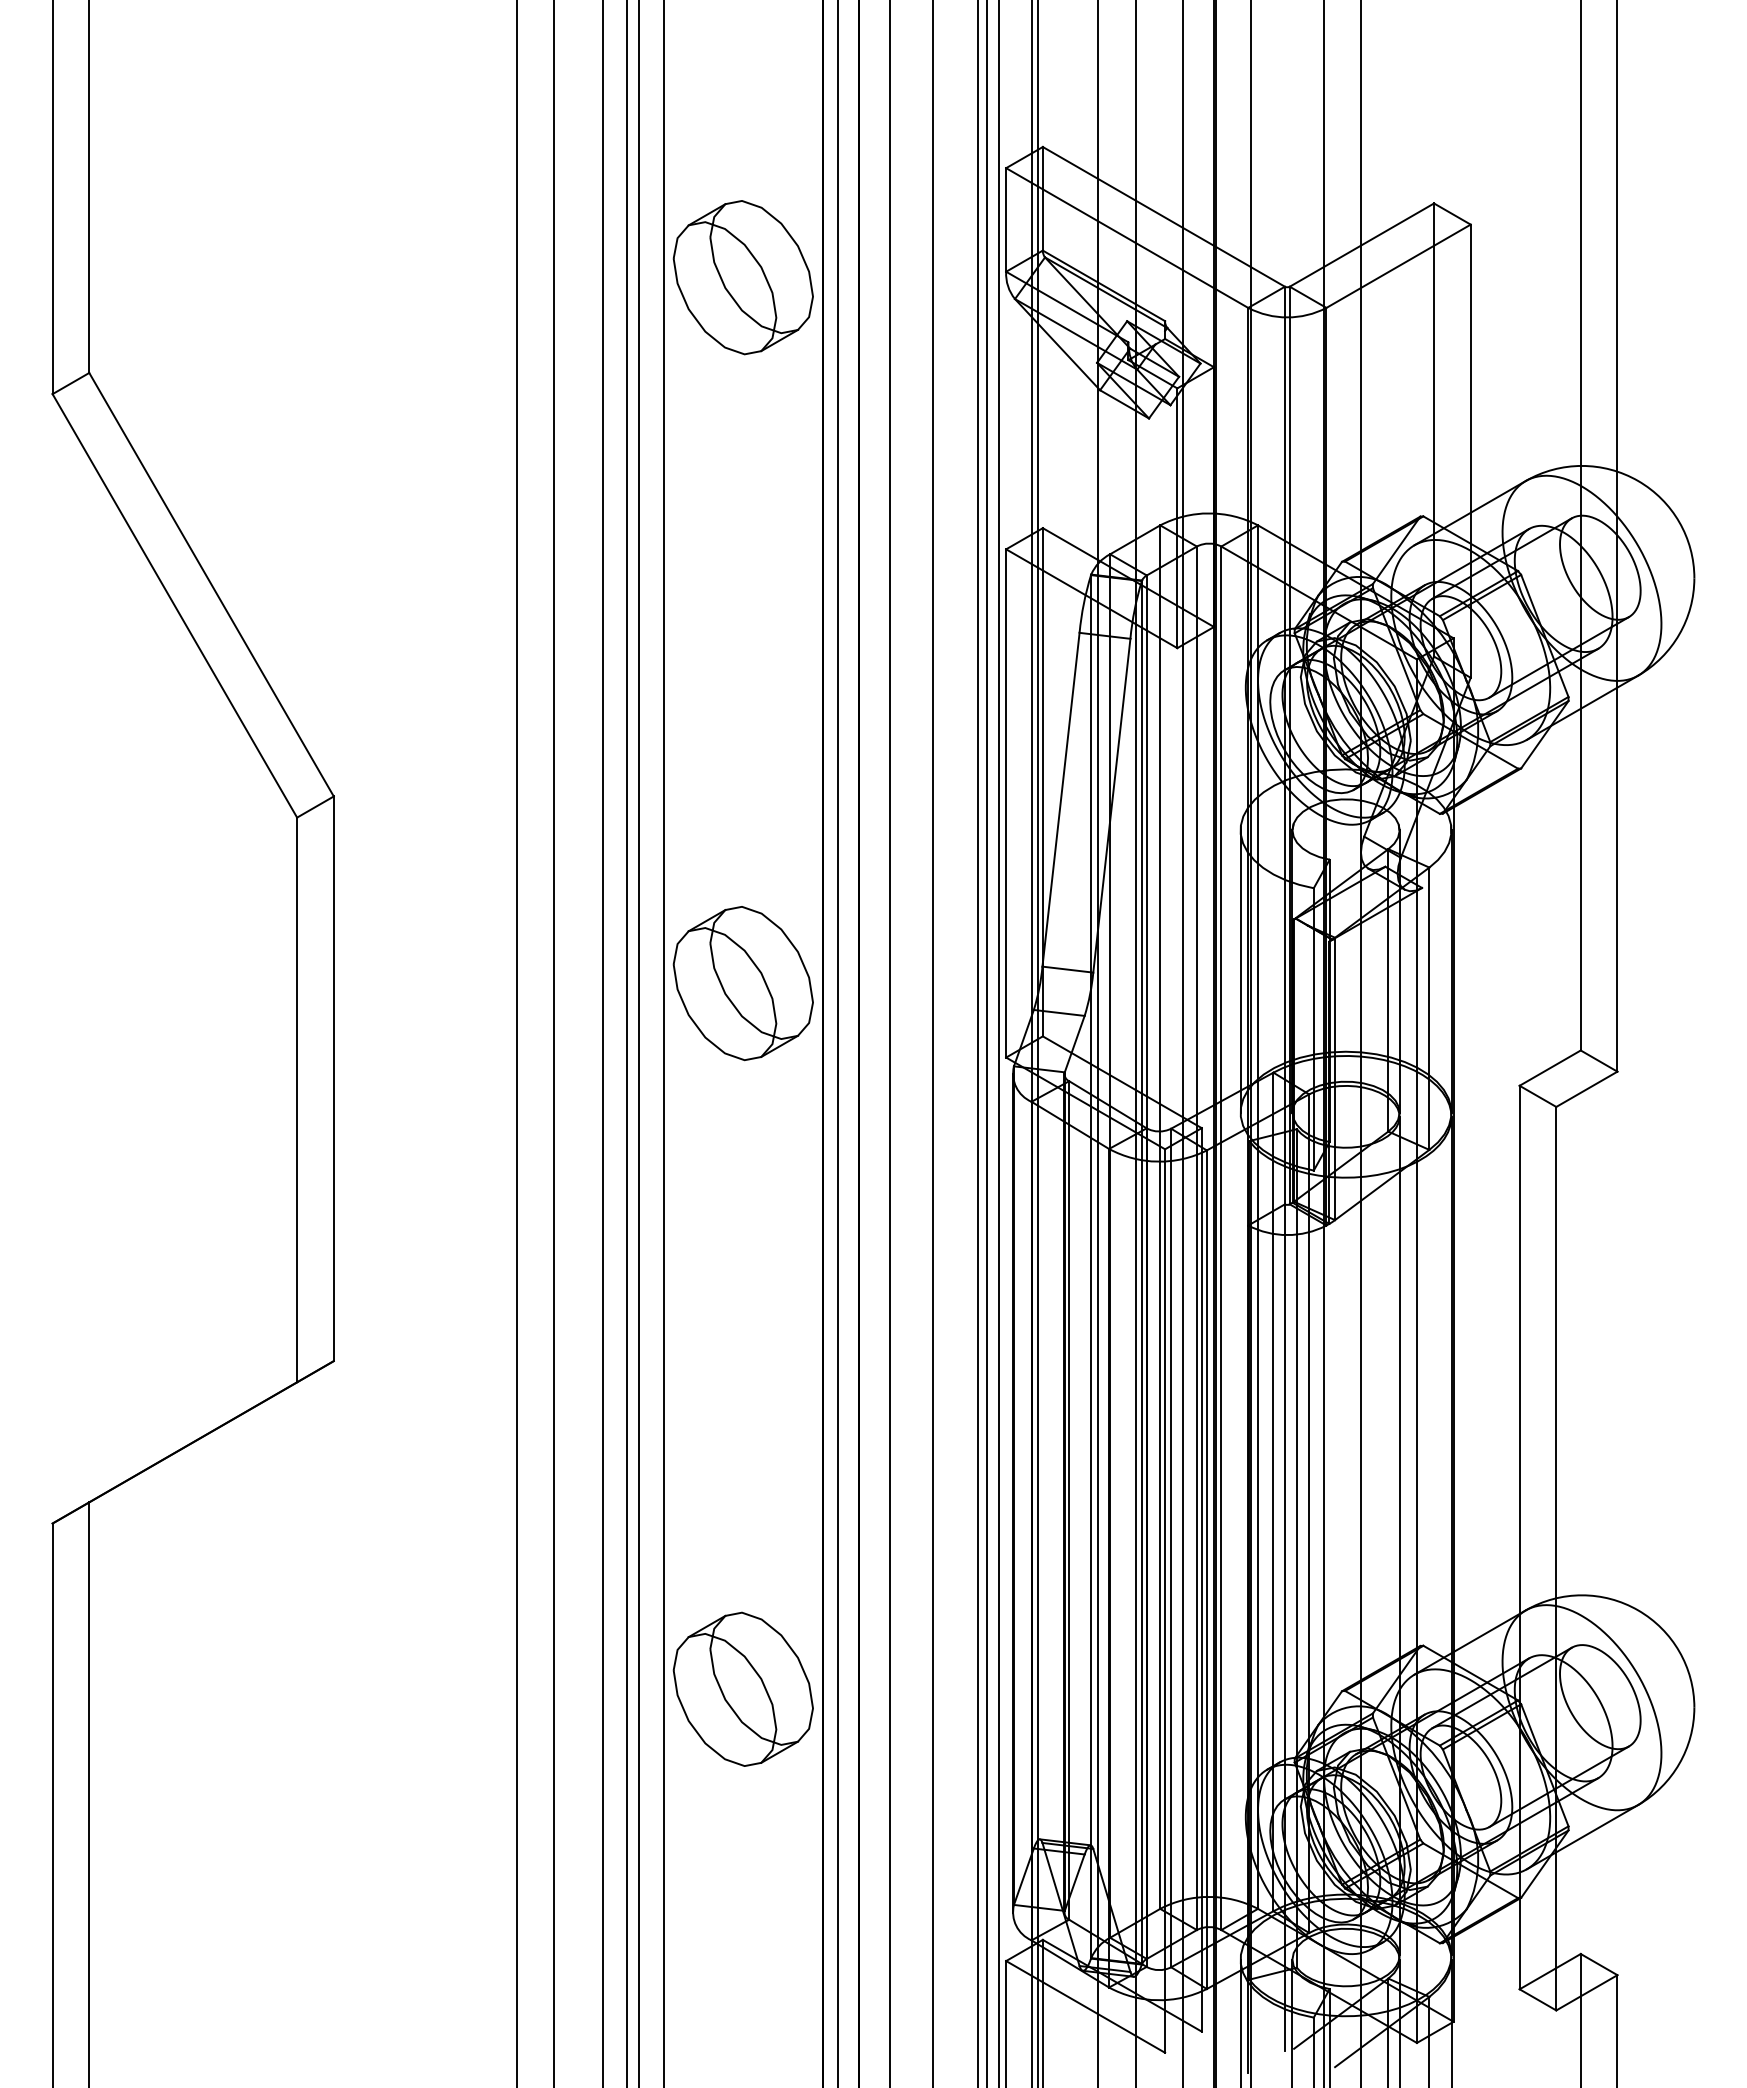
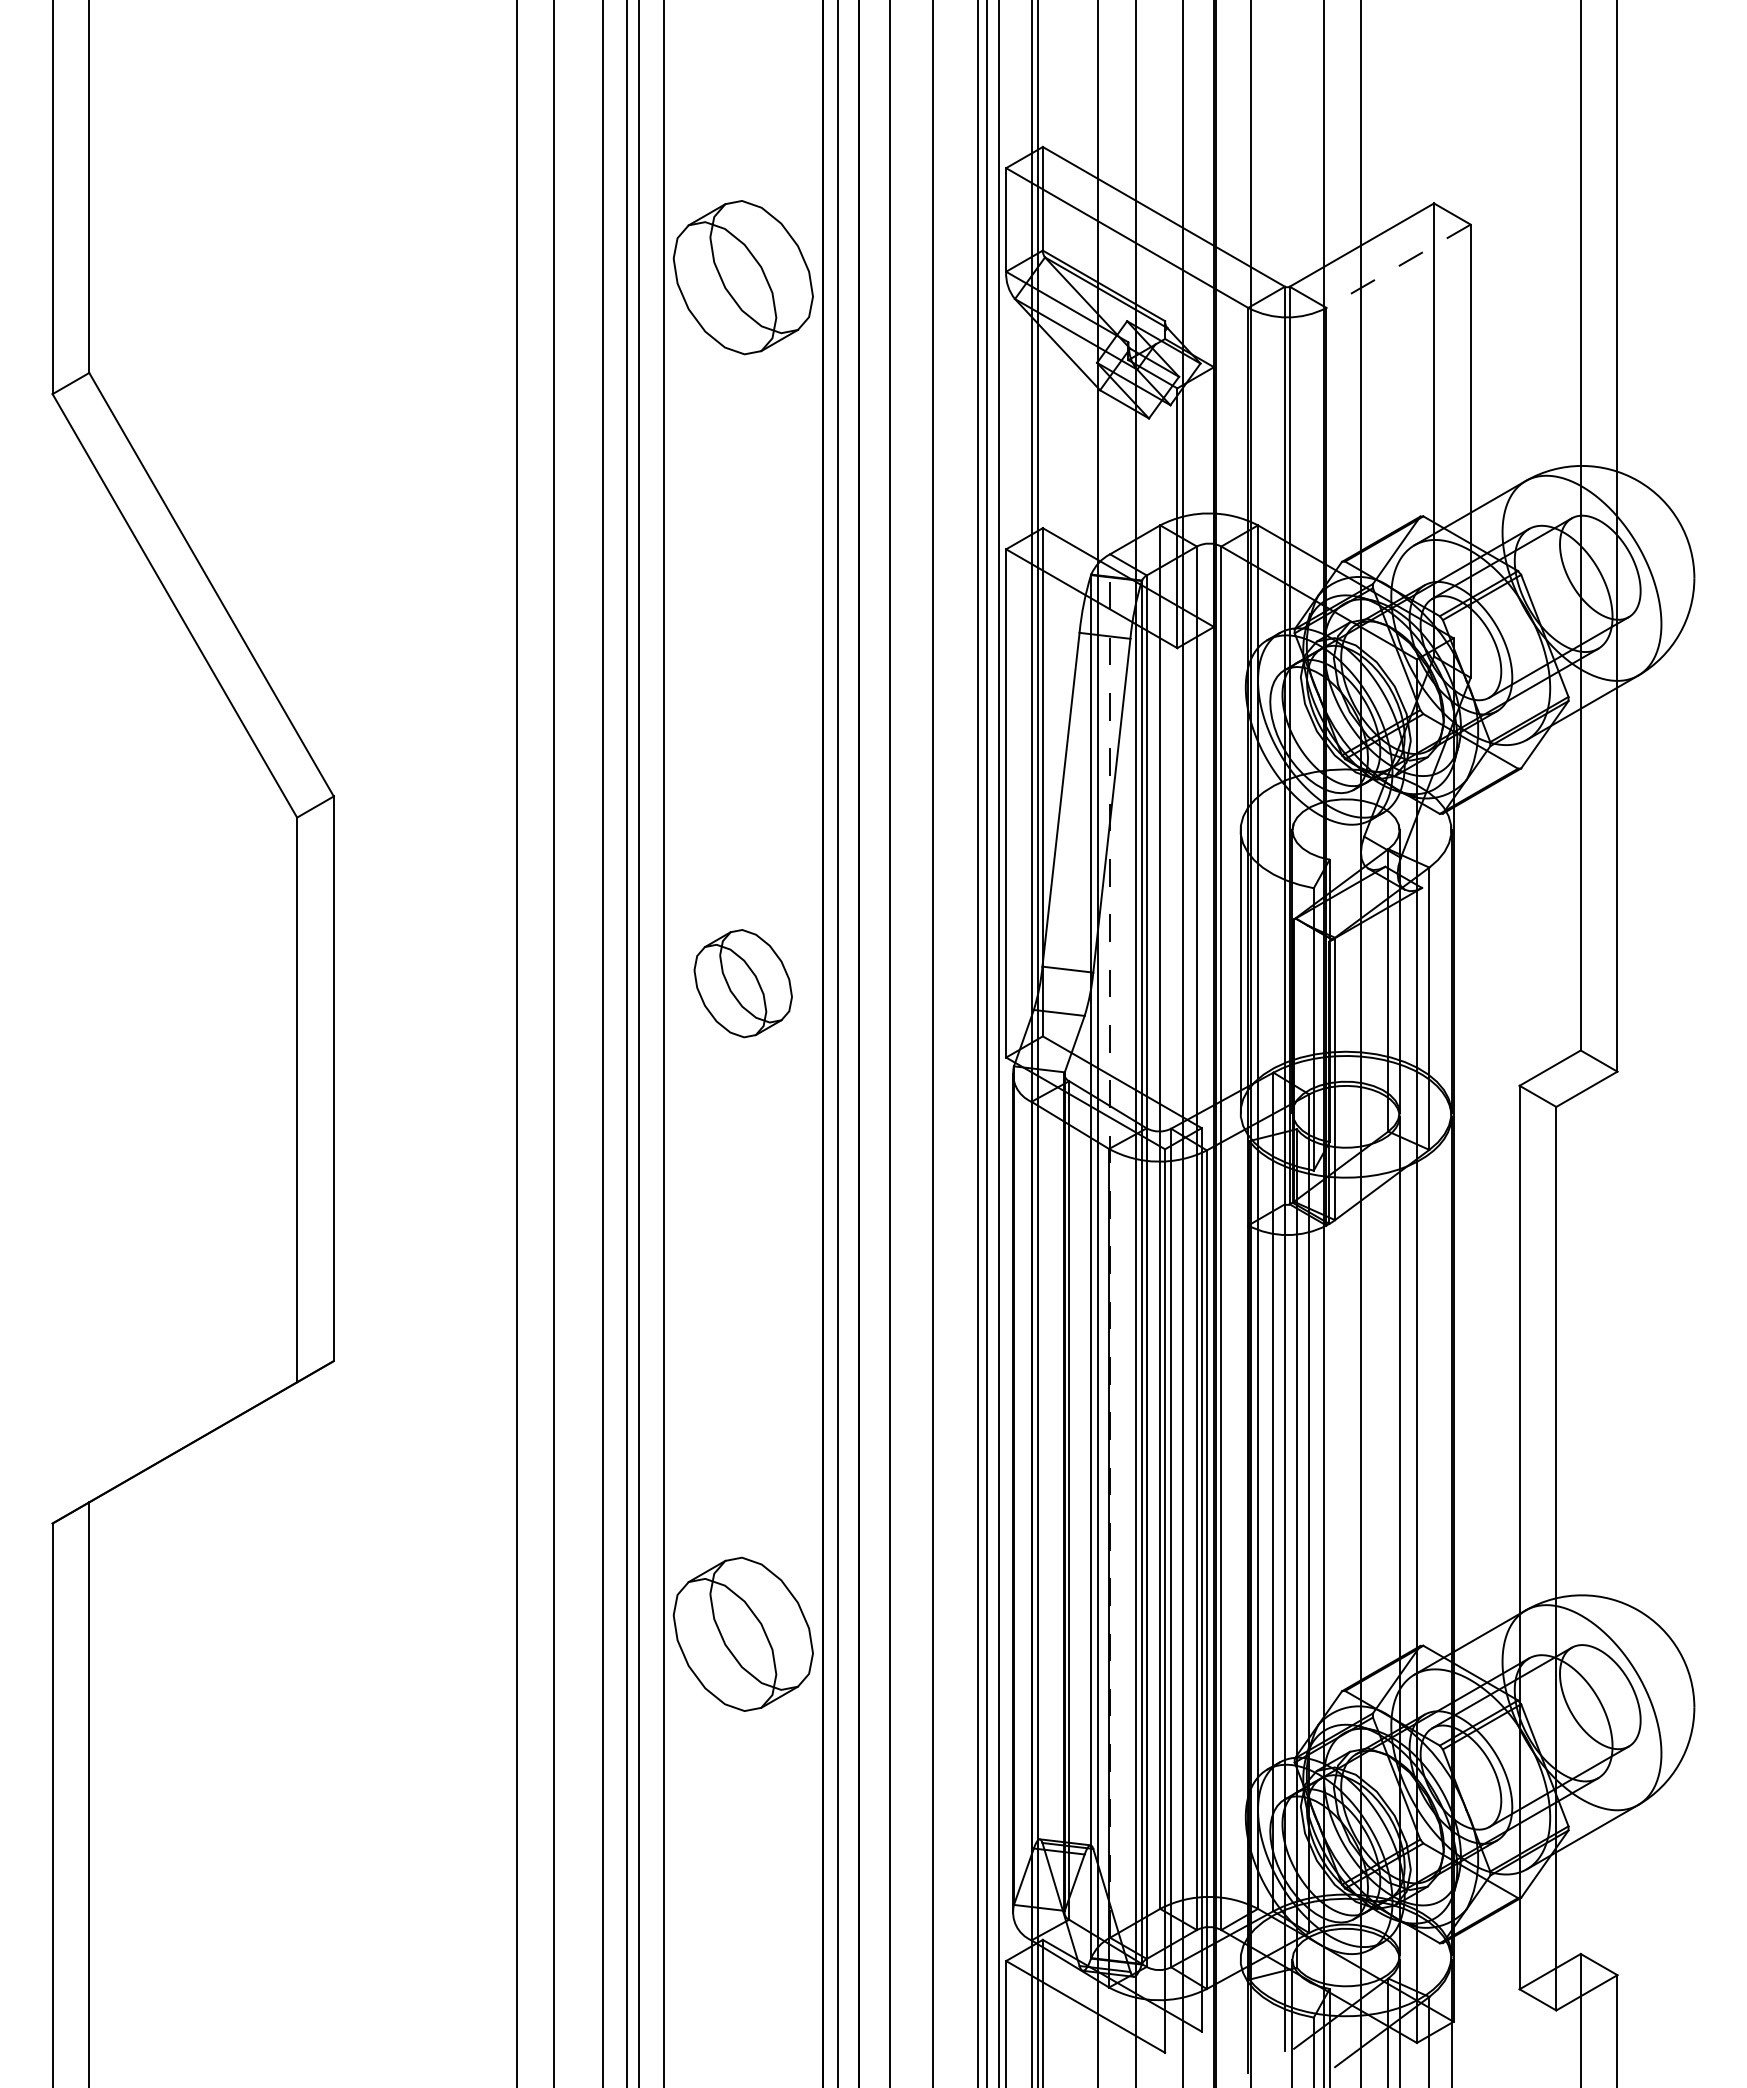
line at (1398, 266): solid -> dashed
part at (742, 983) size: 142x156 px -> 100x110 px
line at (1110, 1246): solid -> dashed
part at (742, 1688) position: (742, 1688) -> (742, 1633)
line at (1240, 2021): present -> none
